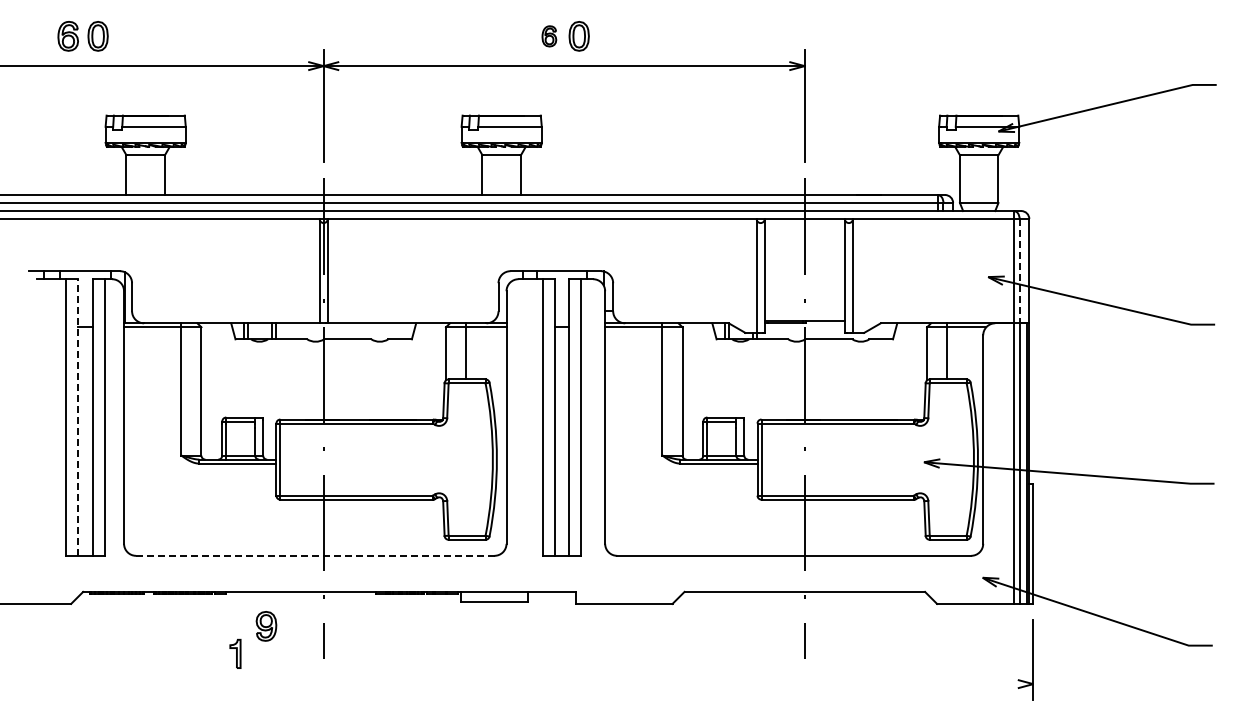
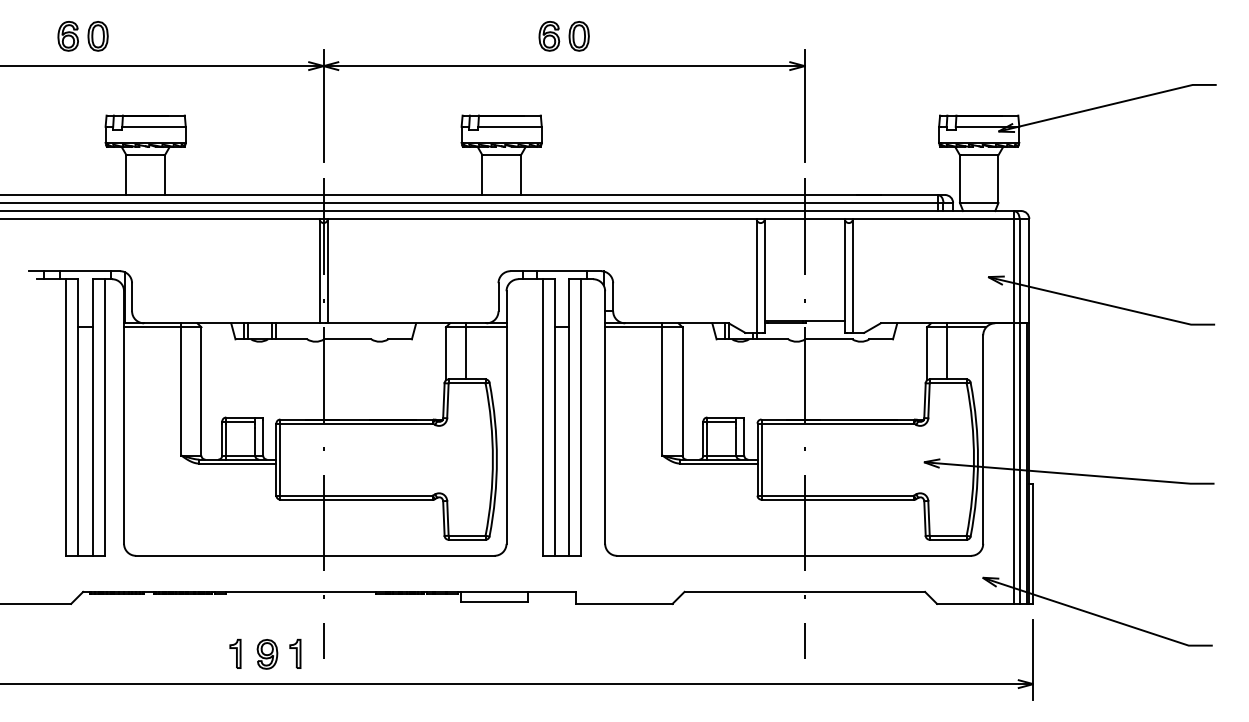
part at (549, 36) size: 17x23 px -> 23x31 px
line at (1019, 271): dashed -> solid
line at (78, 417): dashed -> solid
line at (314, 555): dashed -> solid
part at (266, 626) position: (266, 626) -> (267, 654)
part at (295, 653): none -> present
line at (517, 684): none -> present
